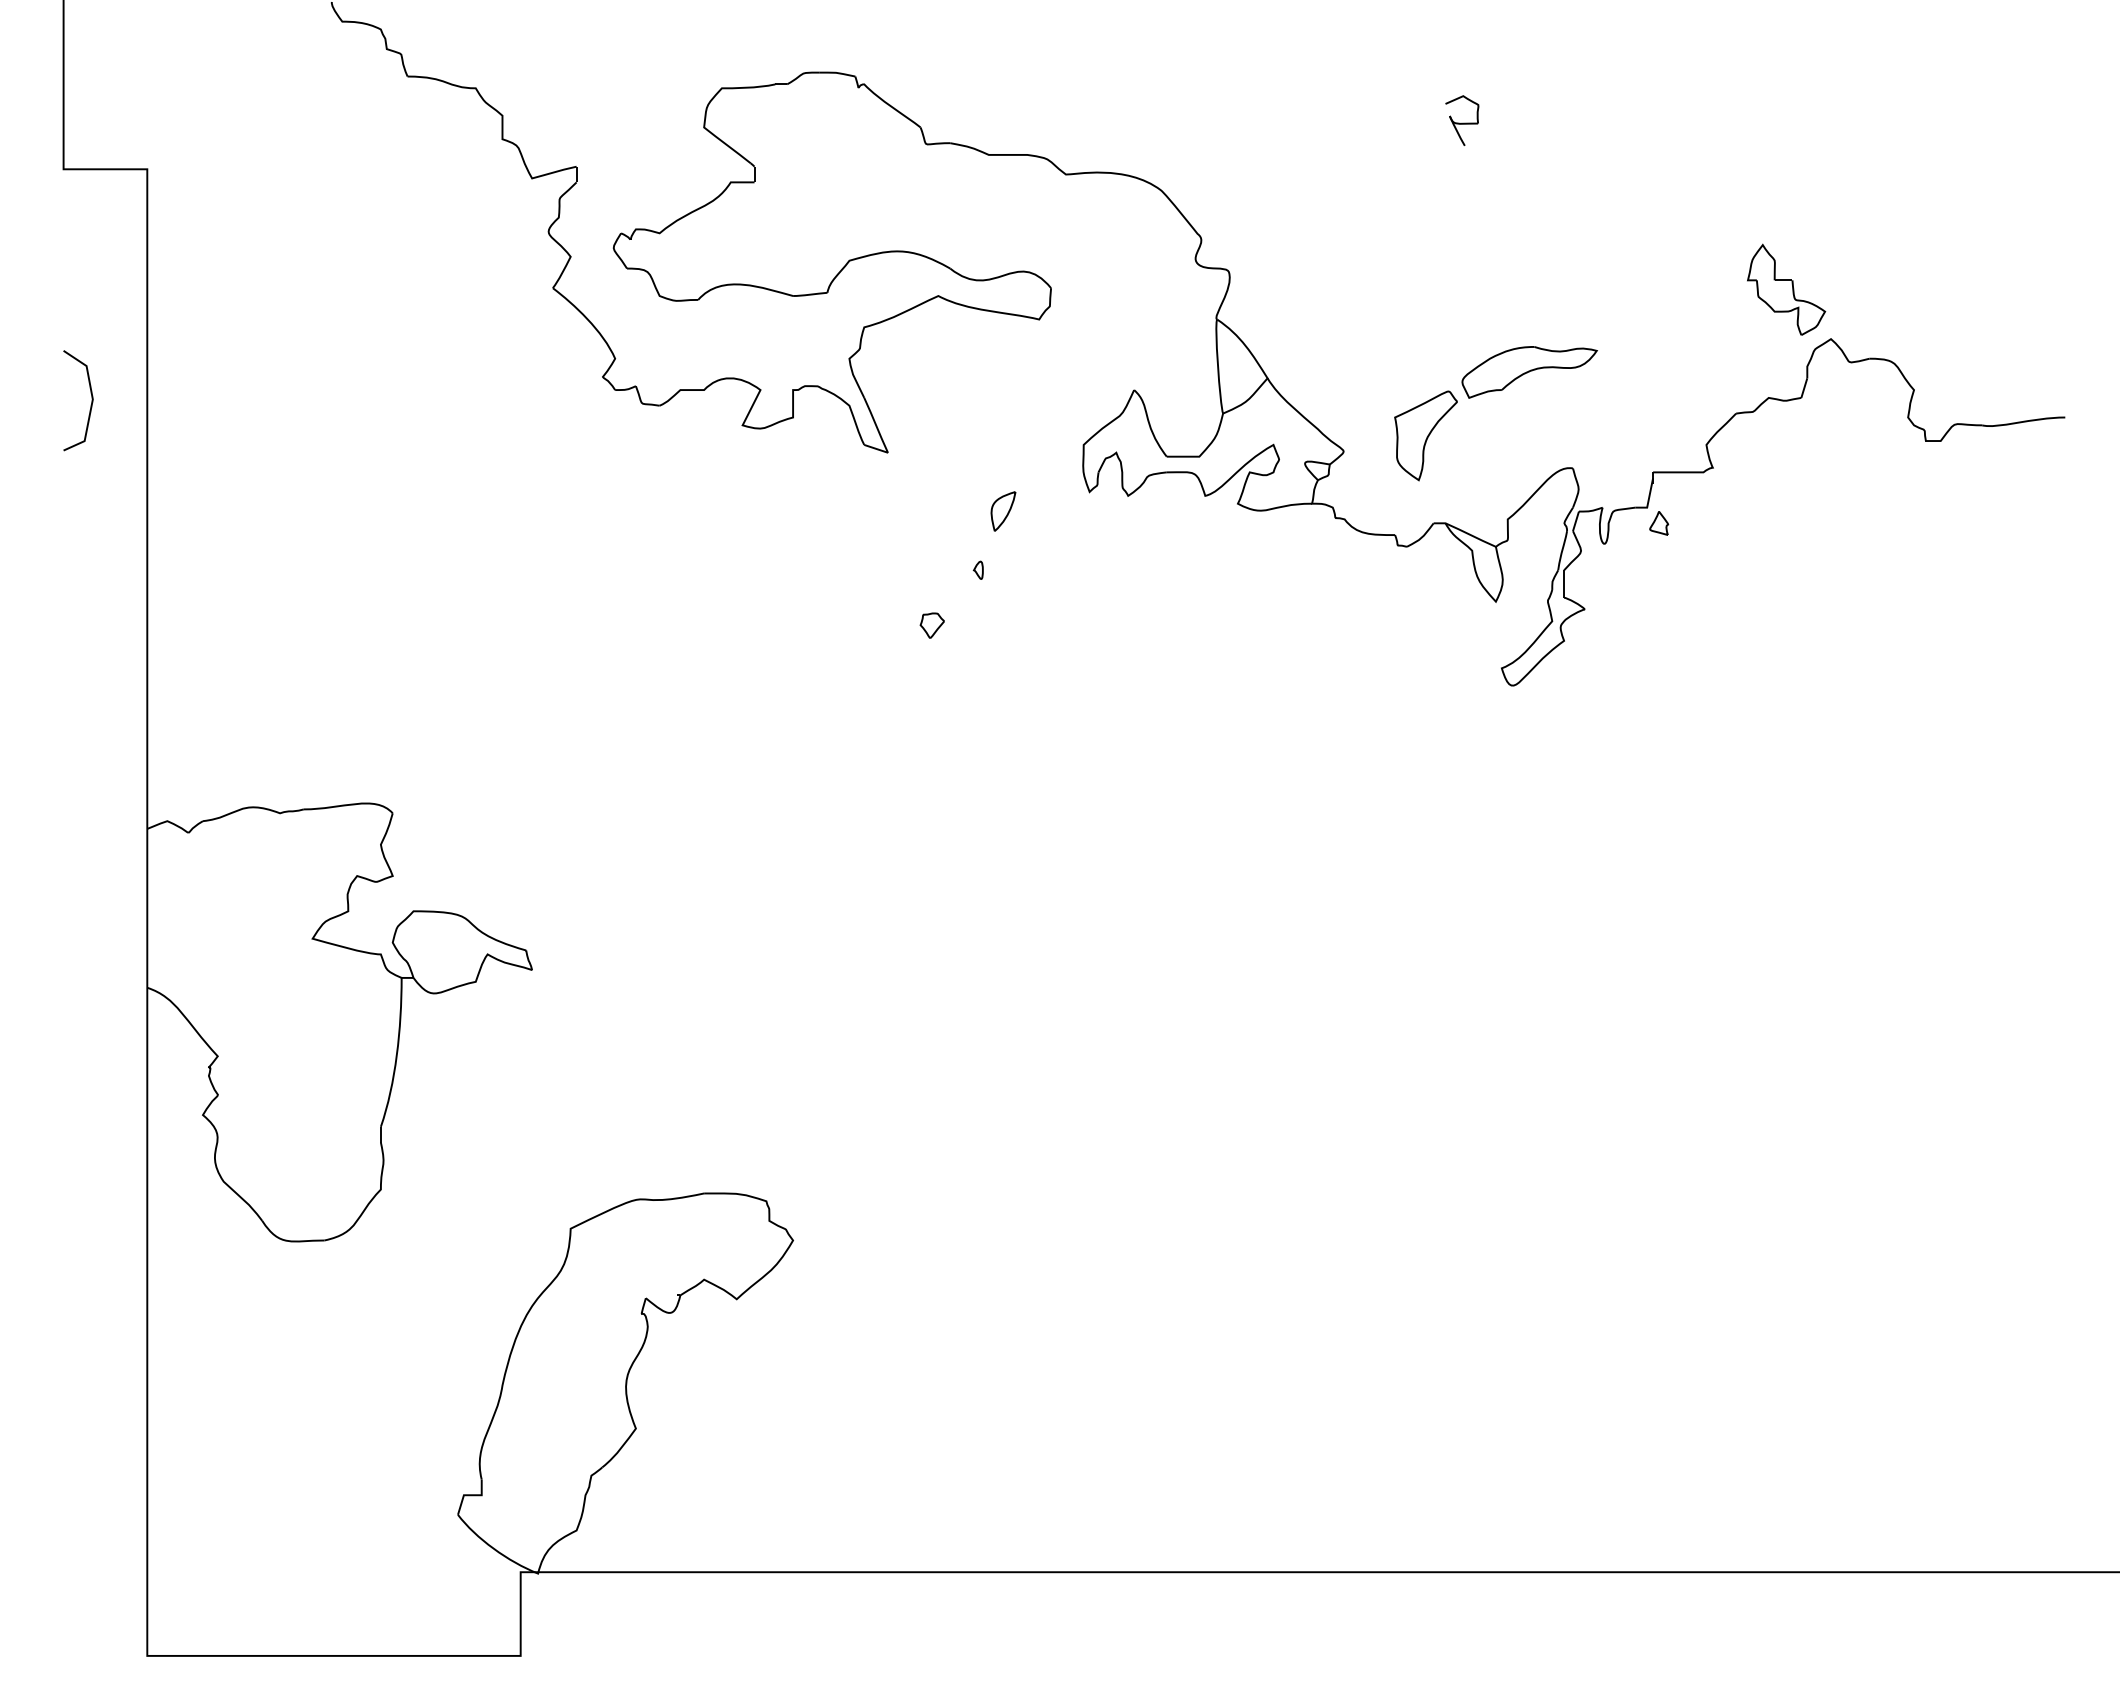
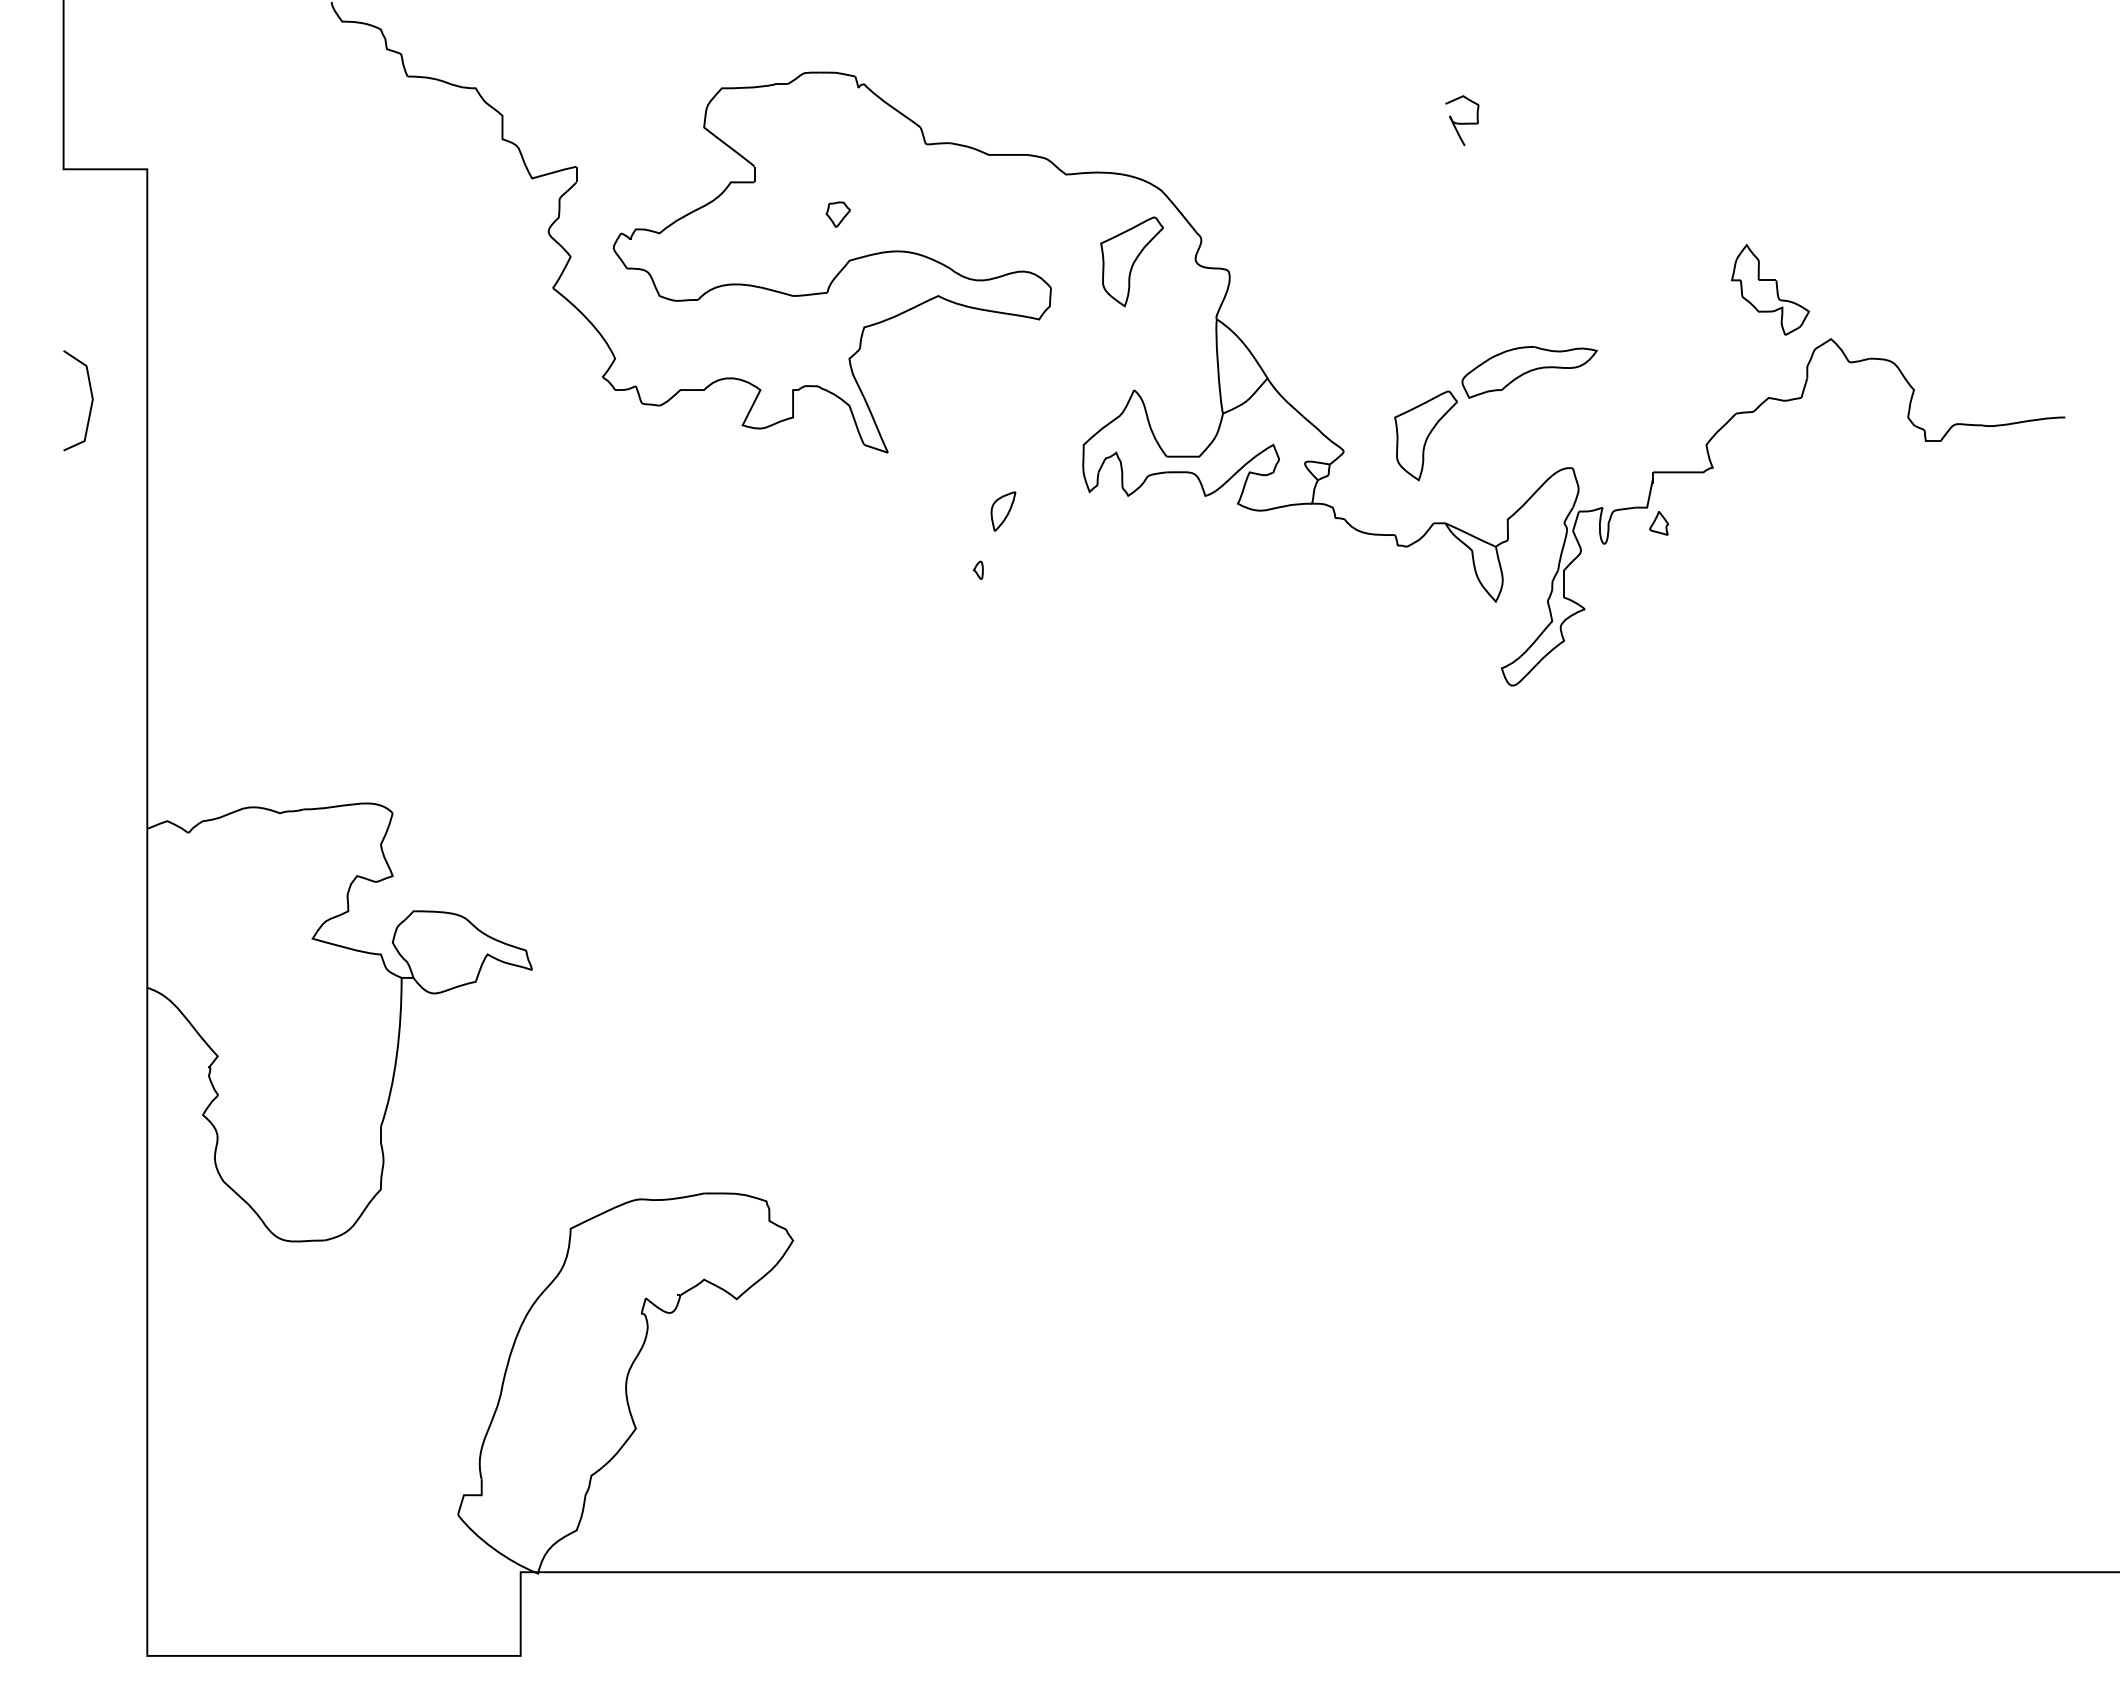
part at (1131, 261): none -> present
part at (1786, 289) position: (1786, 289) -> (1770, 289)
part at (931, 625) position: (931, 625) -> (837, 214)
